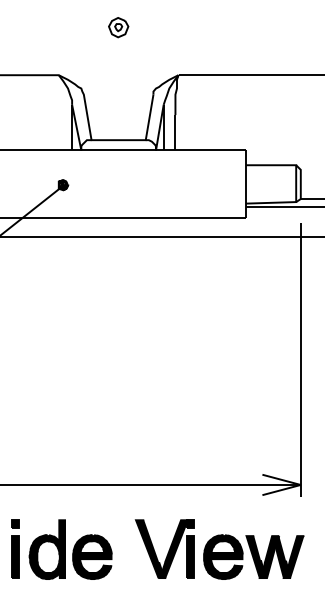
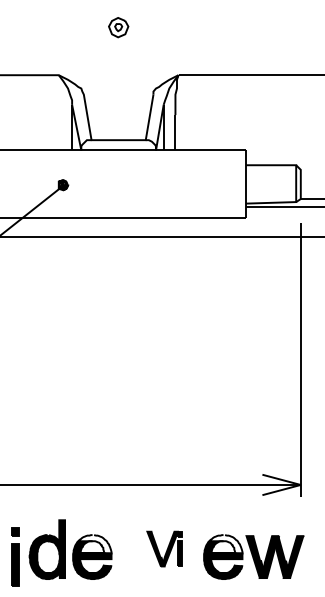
fill at (94, 544): present -> none
fill at (225, 544): present -> none
part at (15, 548) position: (15, 548) -> (15, 556)
part at (164, 548) size: 61x60 px -> 37x38 px
